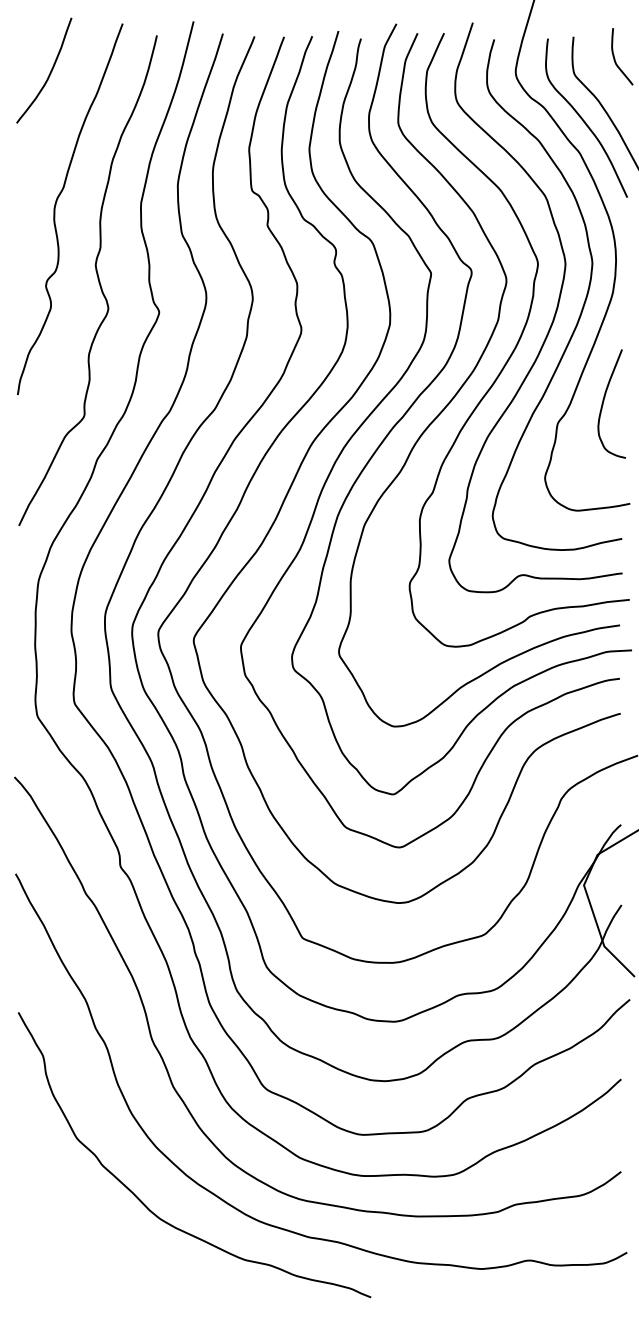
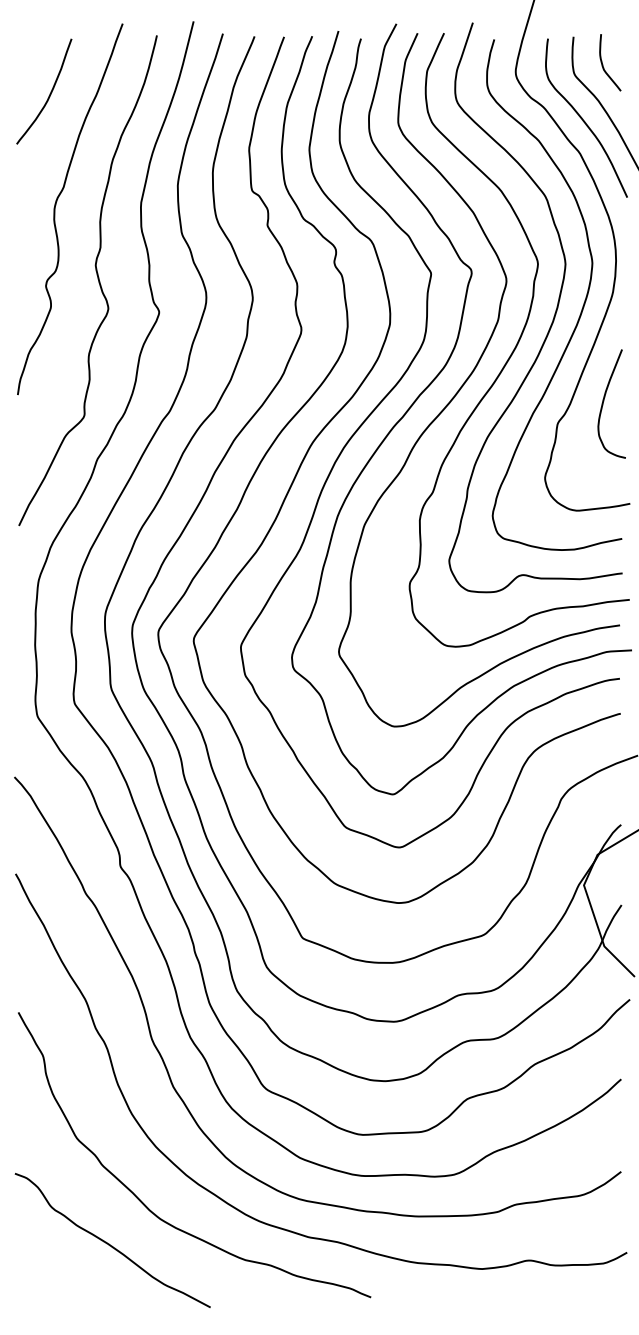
curve at (615, 58) position: (615, 58) -> (603, 64)
curve at (49, 72) position: (49, 72) -> (49, 93)
curve at (109, 1243): none -> present
